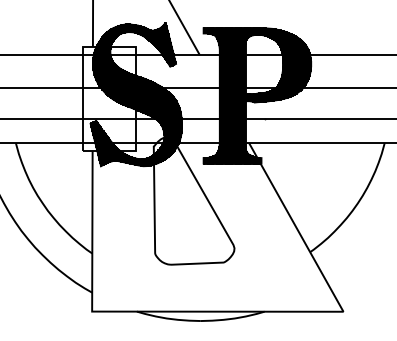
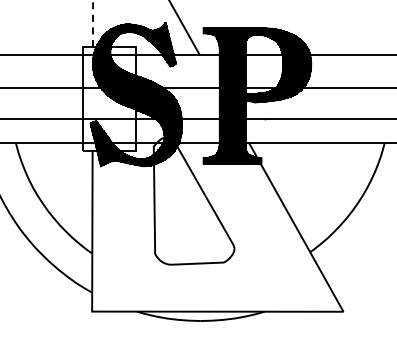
line at (93, 23): solid -> dashed
